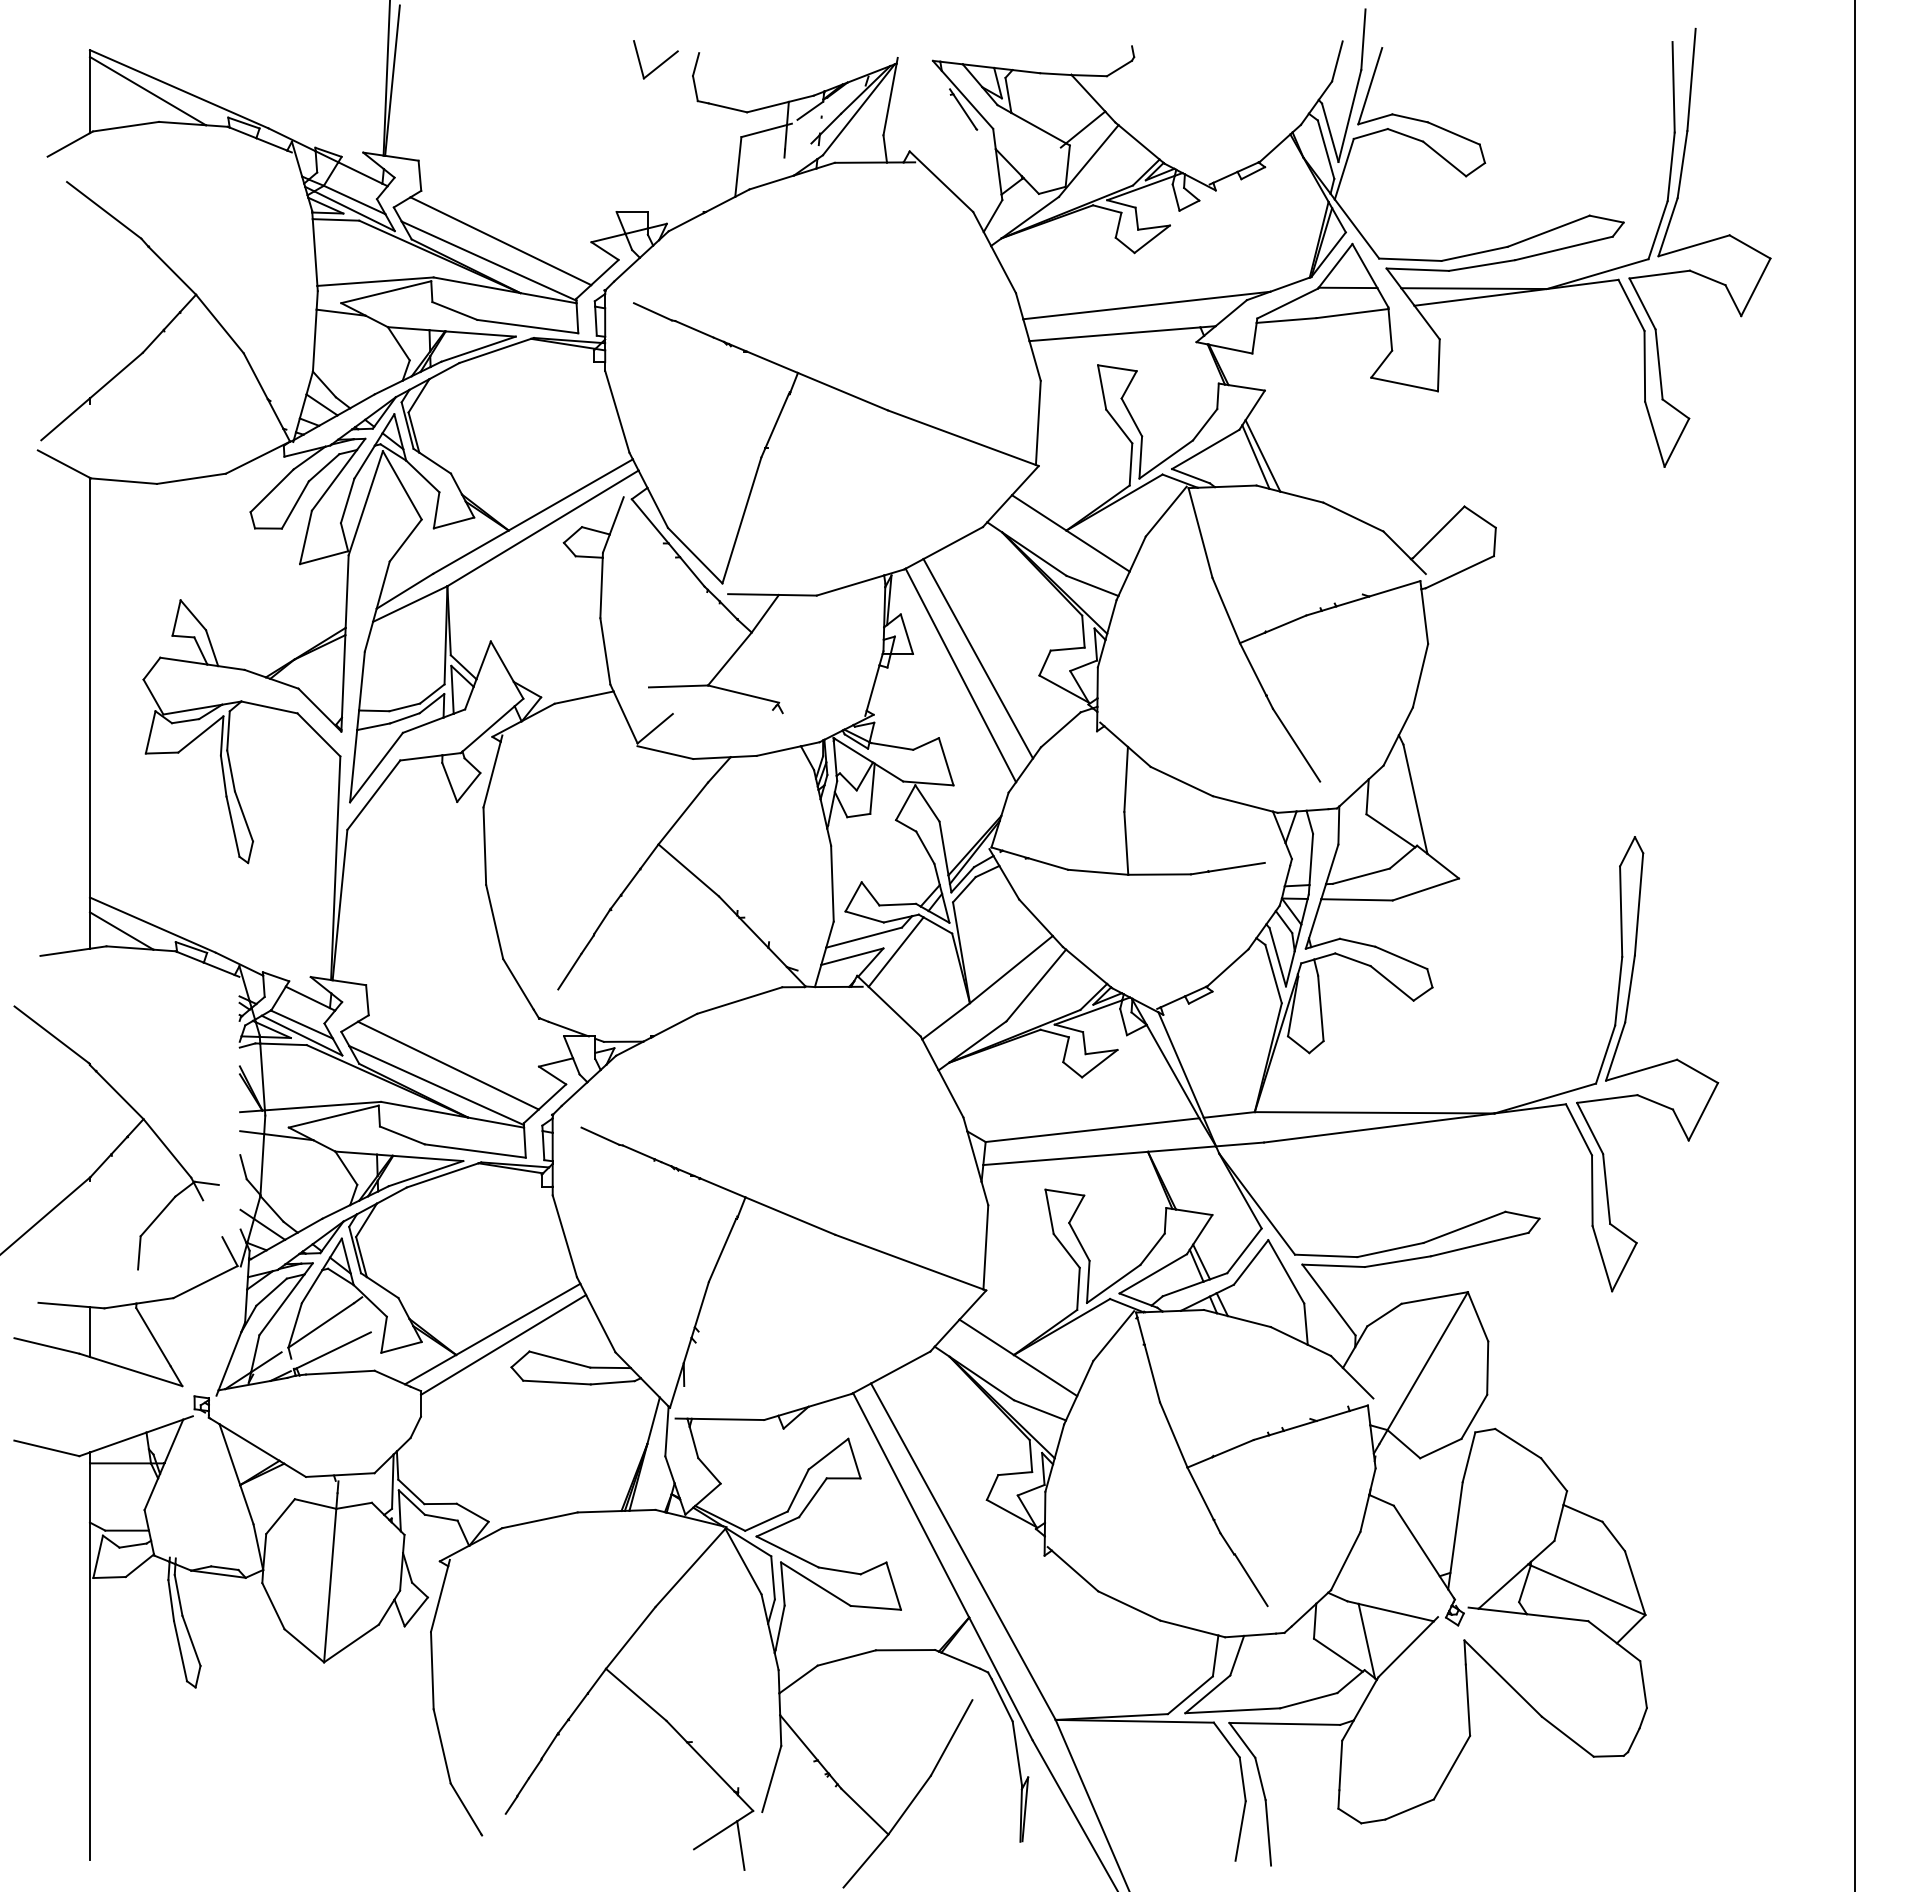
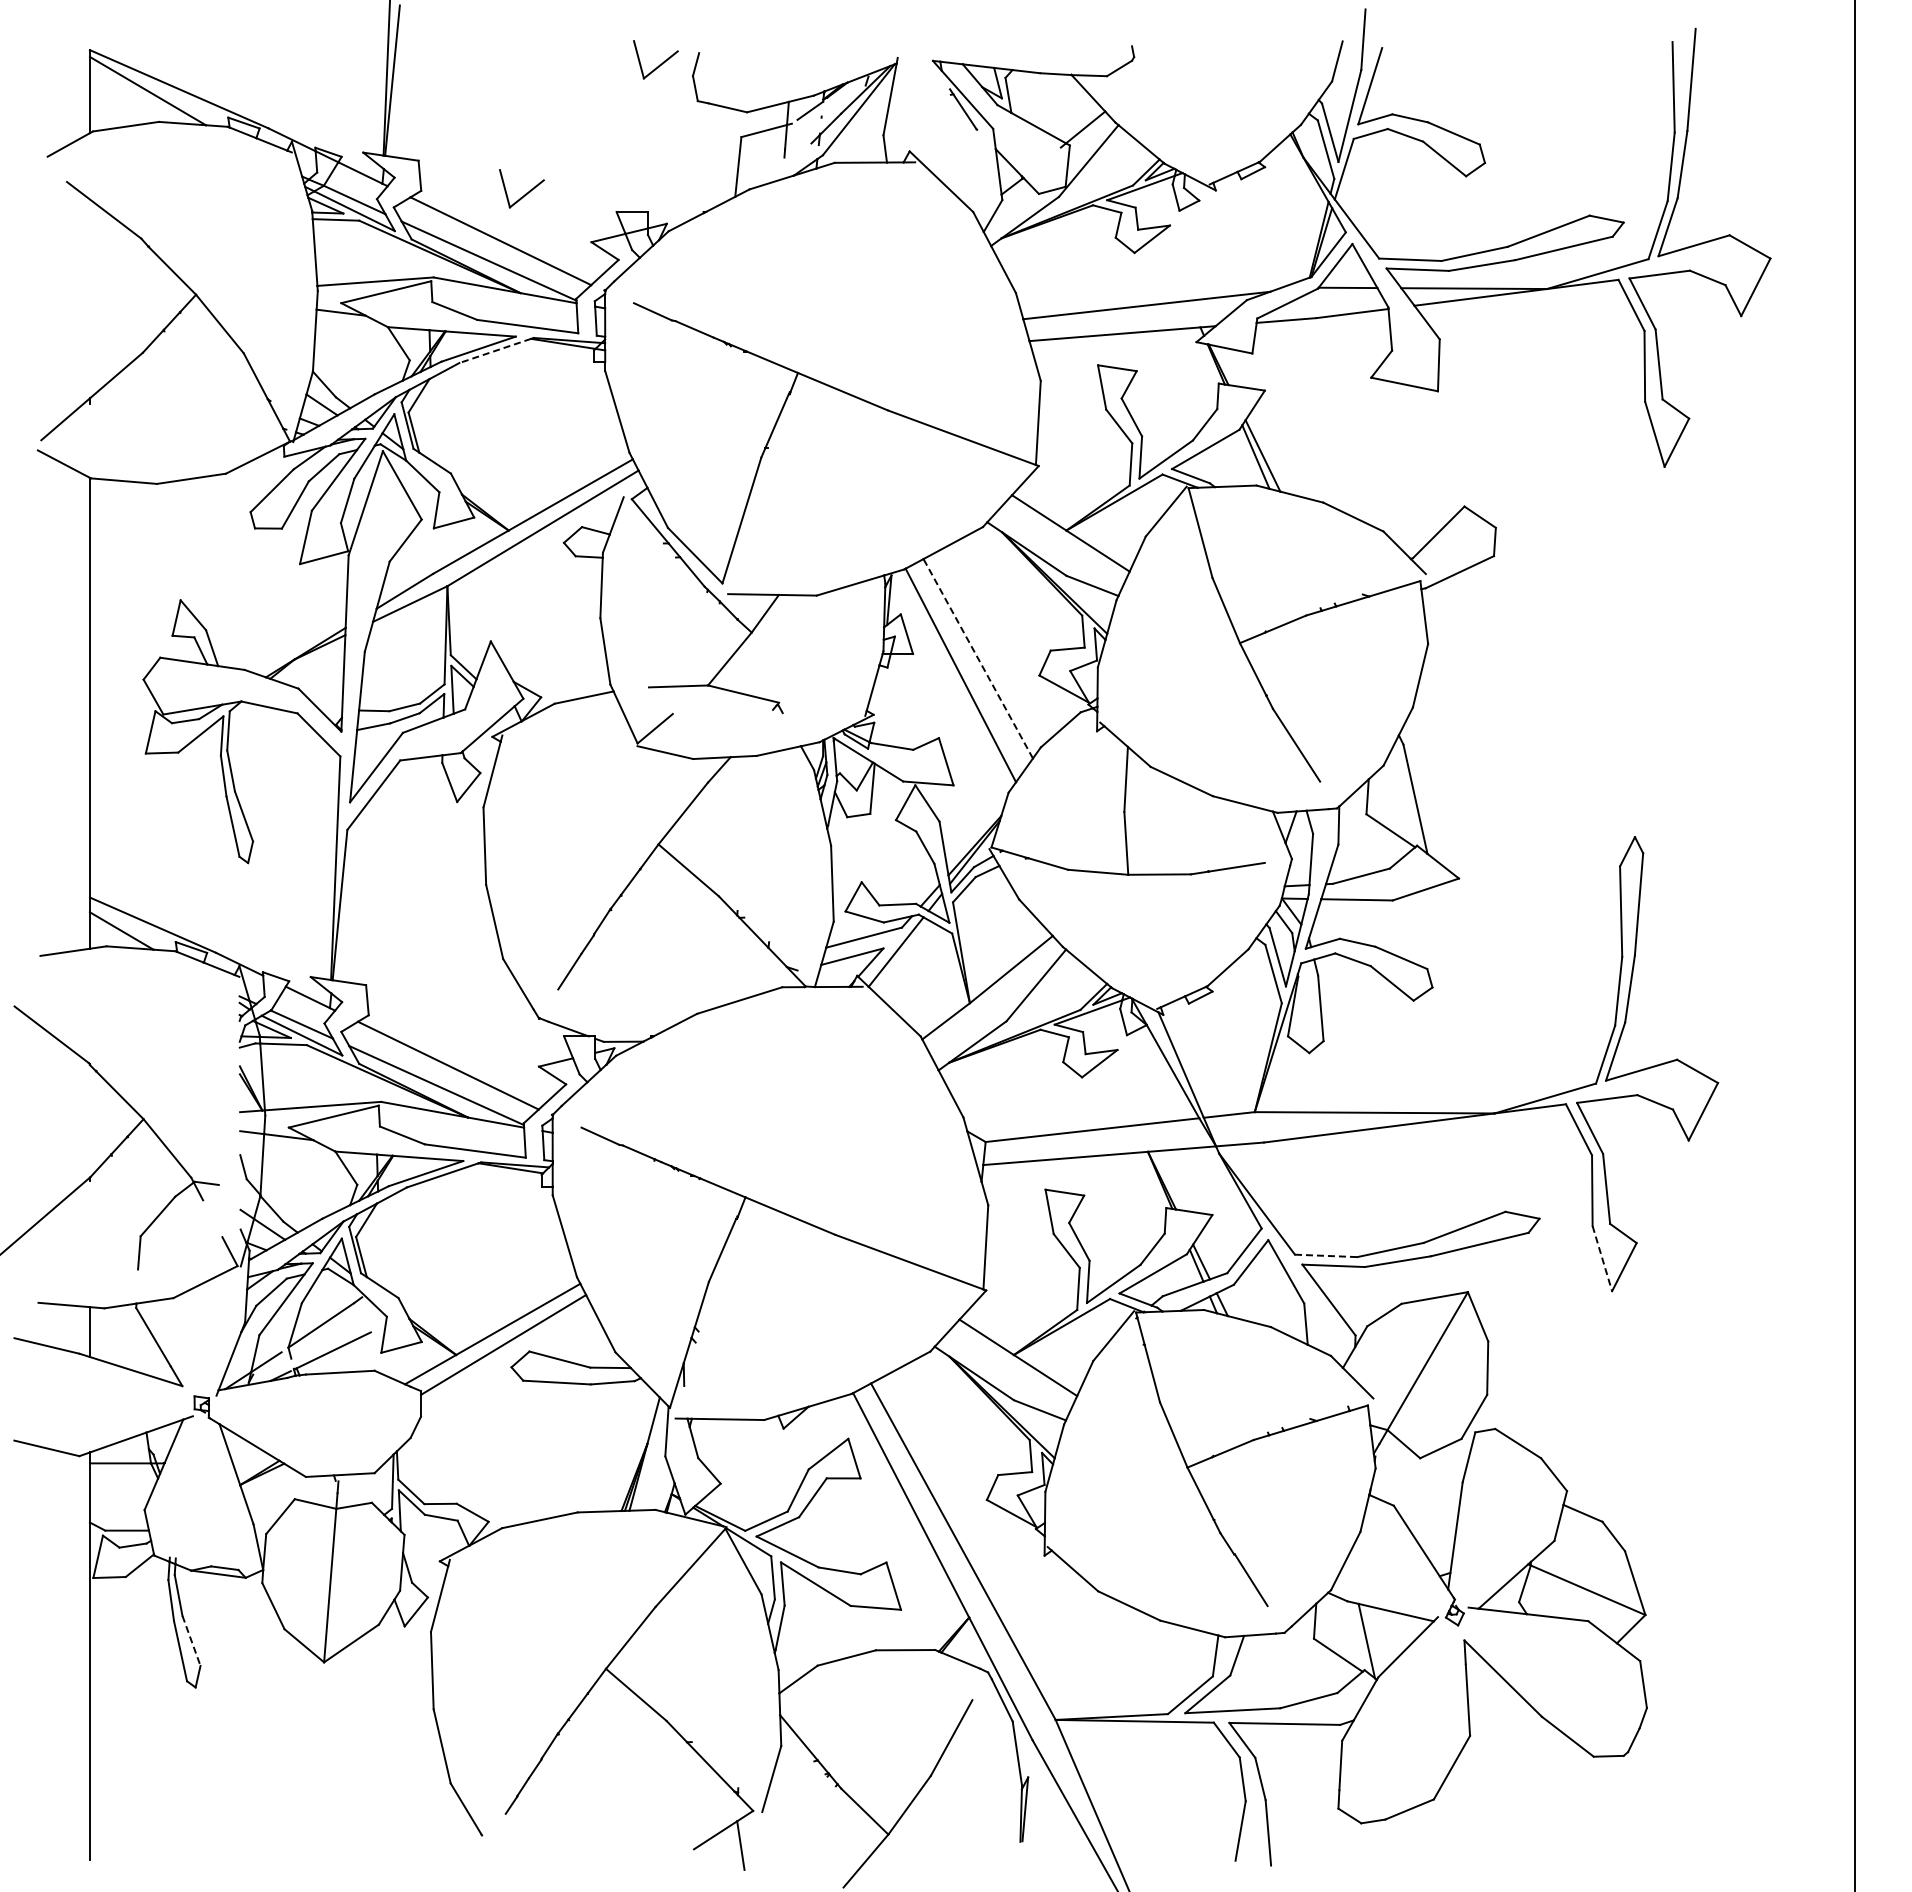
part at (525, 193): none -> present
line at (495, 350): solid -> dashed
line at (978, 658): solid -> dashed
line at (1326, 1255): solid -> dashed
line at (1602, 1259): solid -> dashed
line at (191, 1640): solid -> dashed
